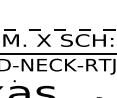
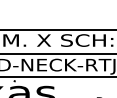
line at (58, 30): dashed -> solid
line at (57, 77): none -> present
